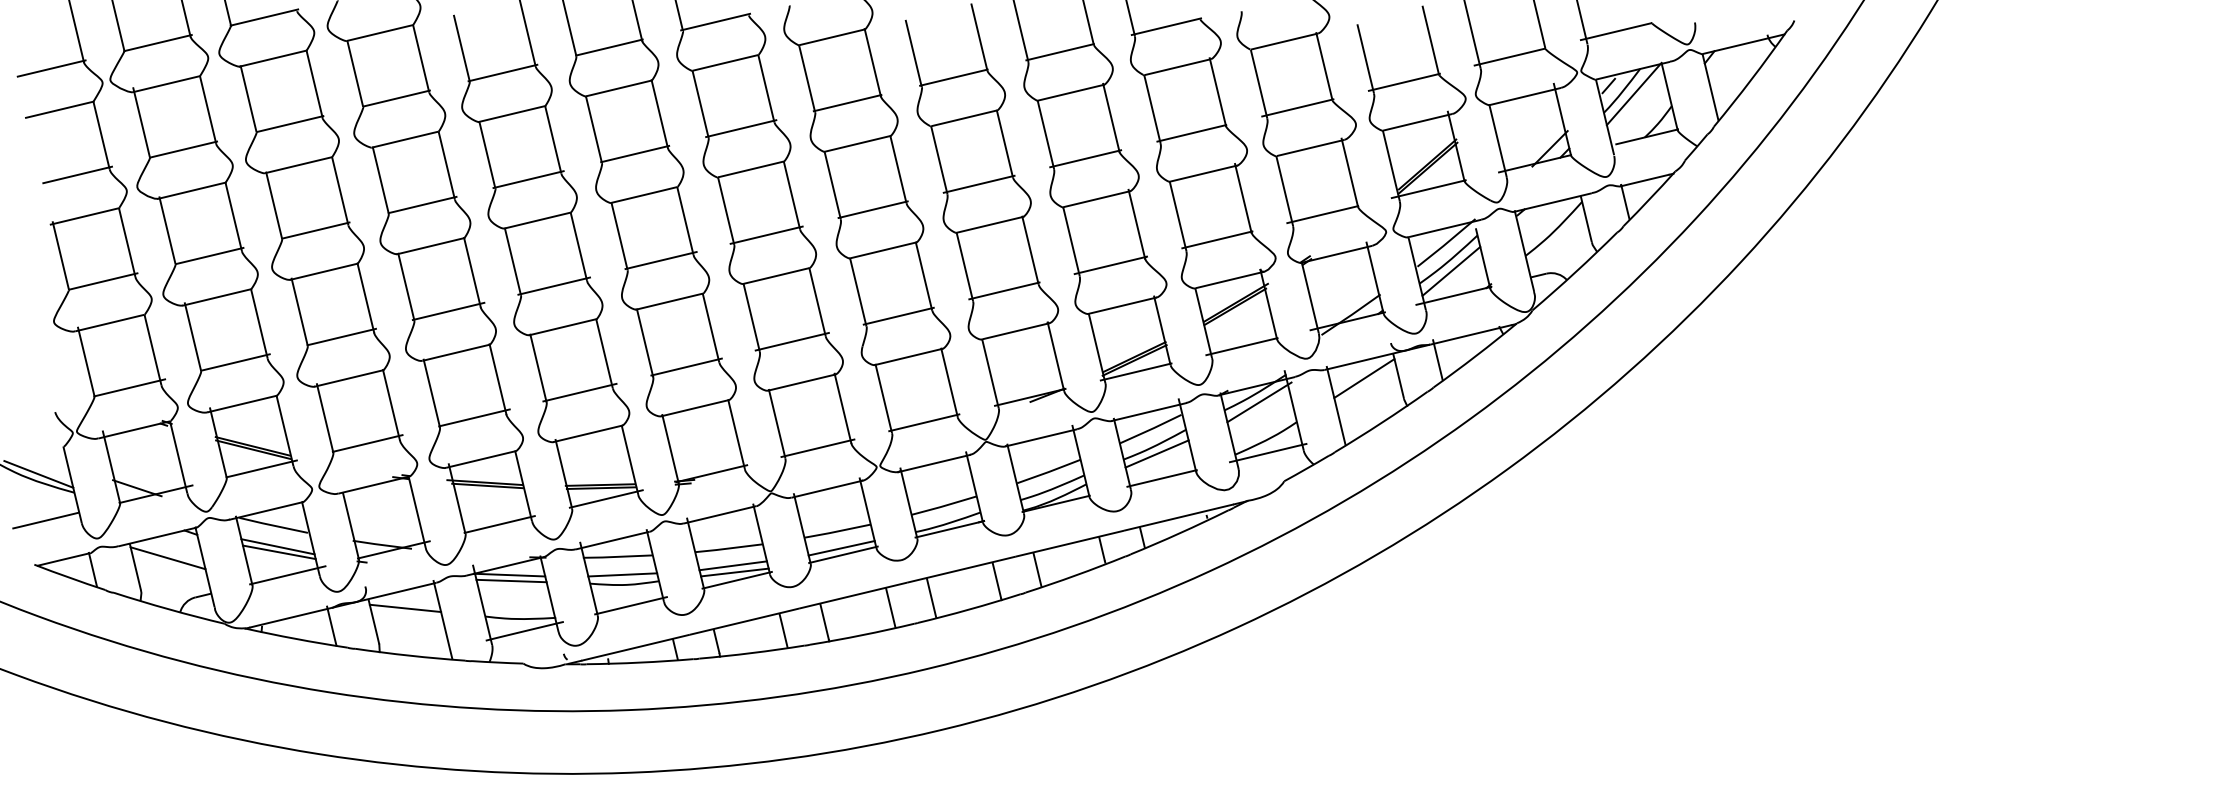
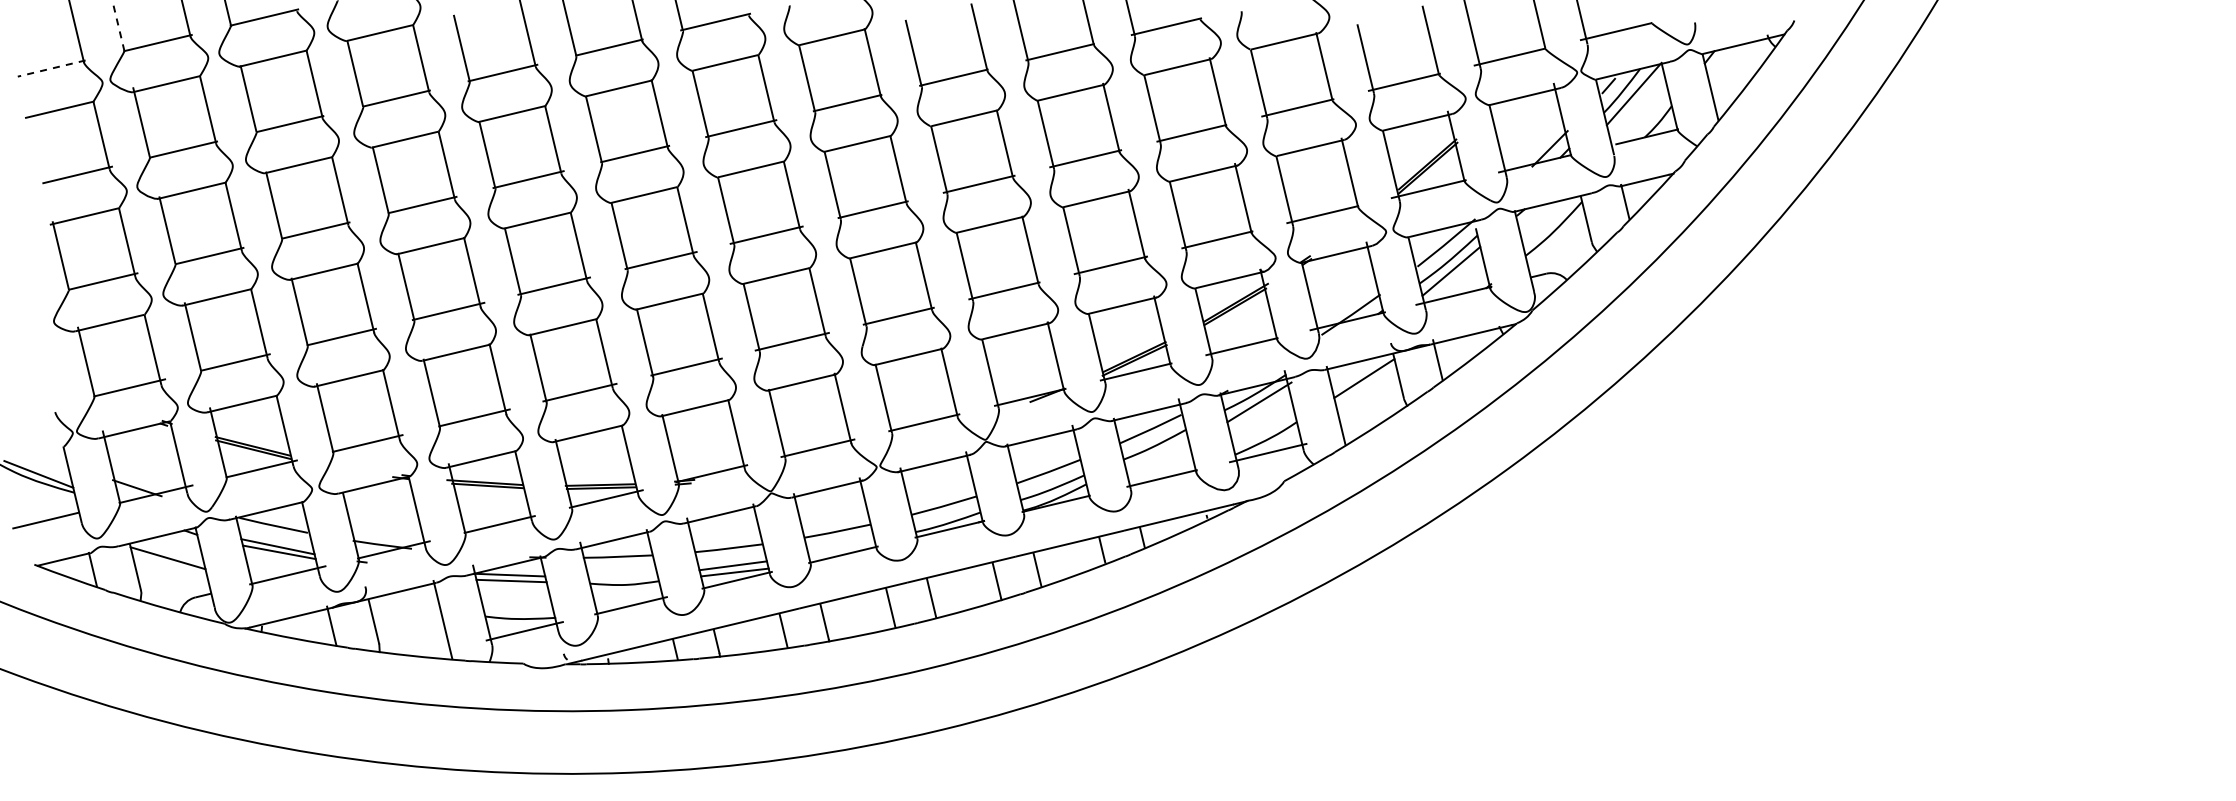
line at (118, 25): solid -> dashed
line at (51, 68): solid -> dashed
line at (1156, 453): present -> none
line at (841, 548): present -> none
line at (622, 574): present -> none
line at (405, 608): present -> none
